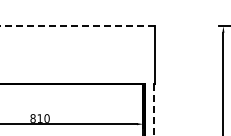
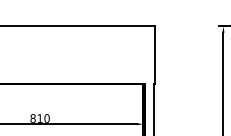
line at (77, 26): dashed -> solid
line at (154, 109): dashed -> solid
